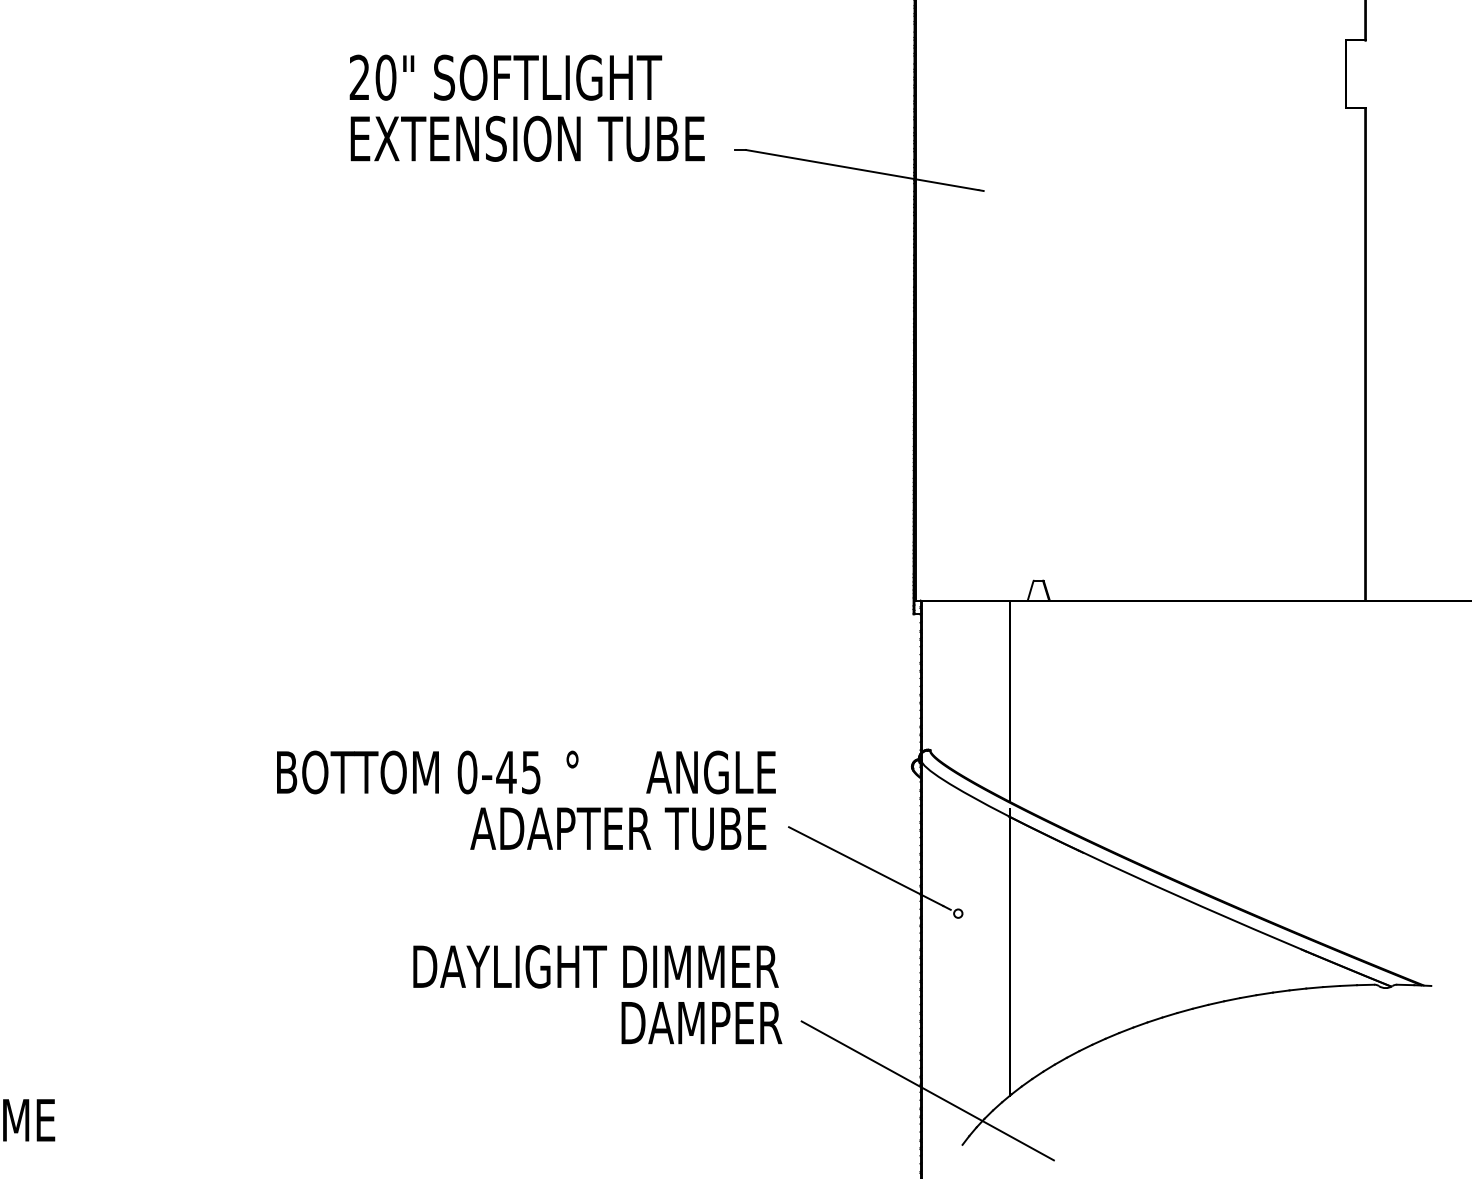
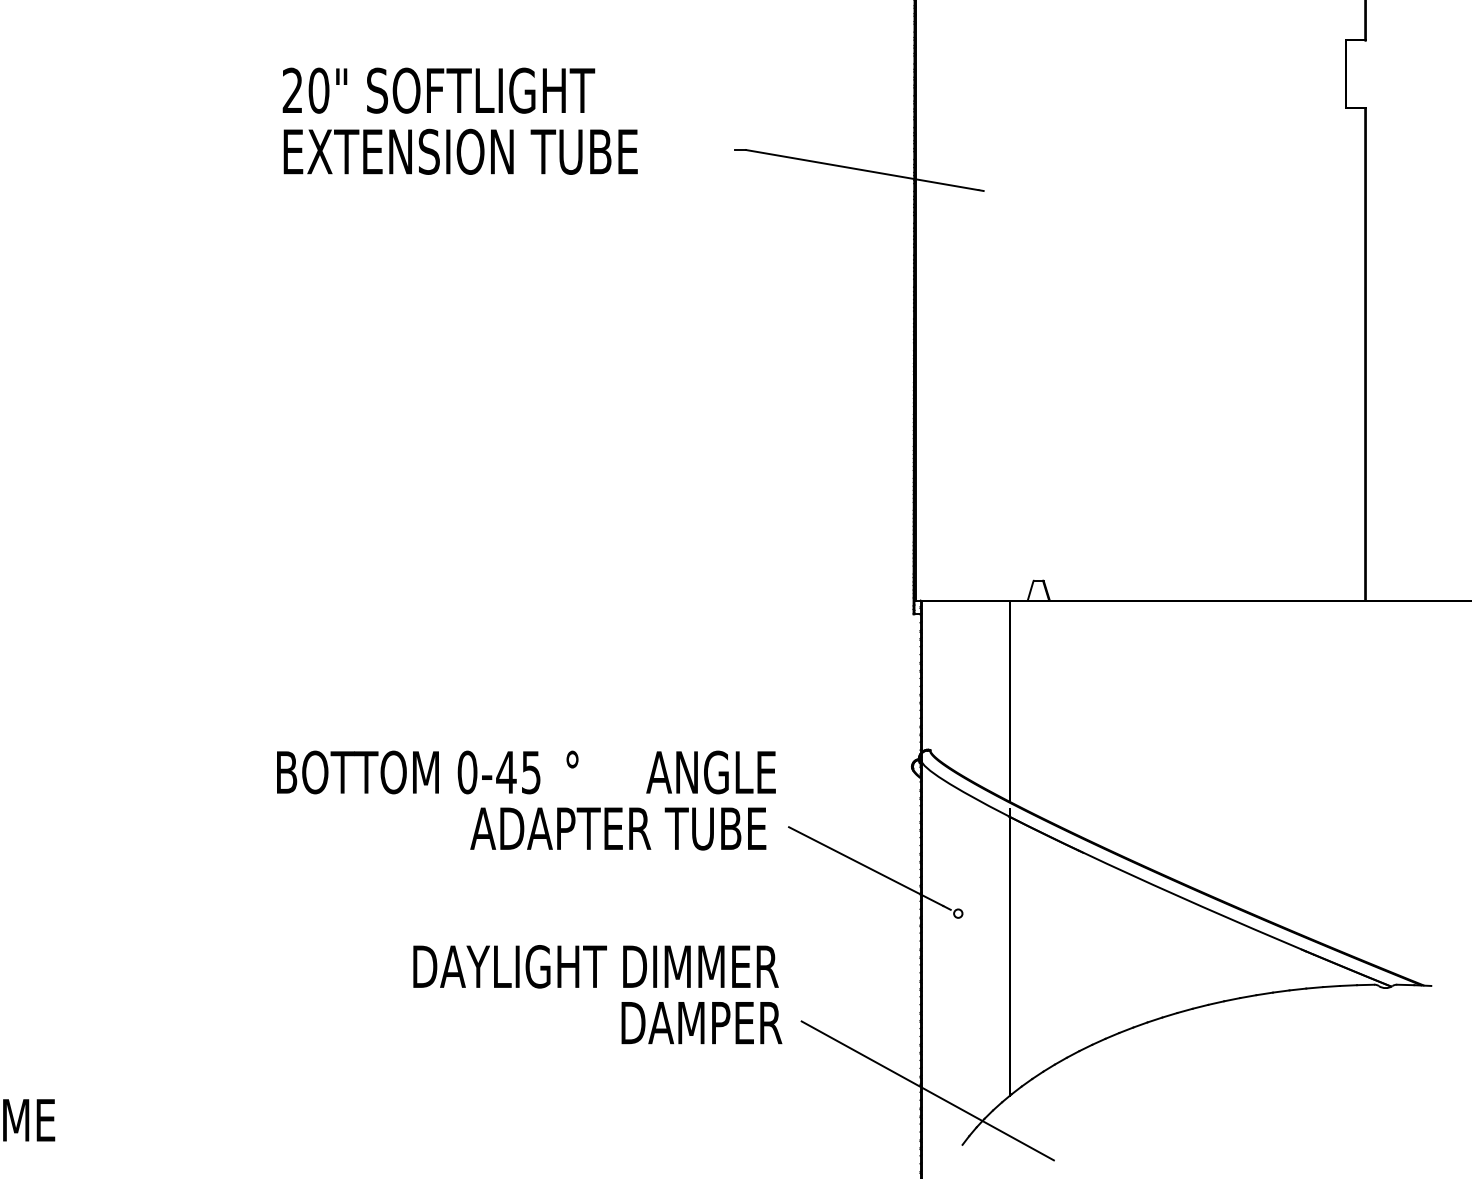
text at (526, 107) position: (526, 107) -> (459, 120)
